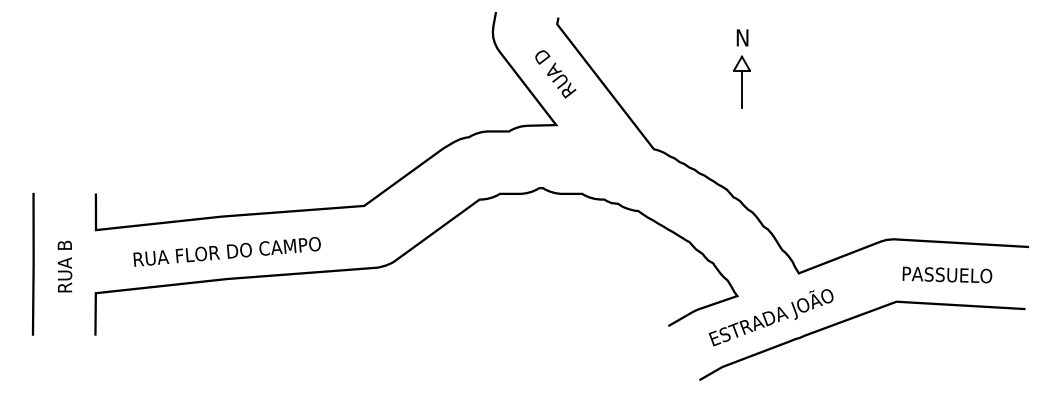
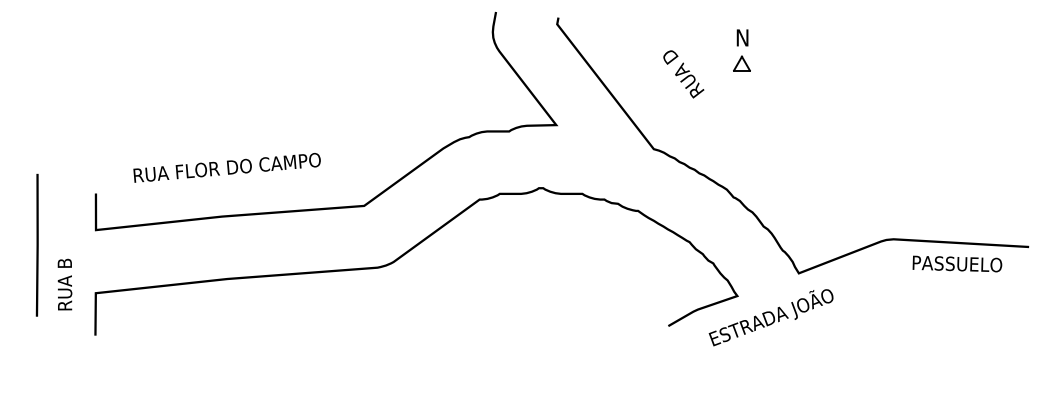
text at (555, 74) position: (555, 74) -> (683, 74)
line at (741, 88): present -> none
text at (226, 251) position: (226, 251) -> (226, 167)
line at (32, 263) position: (32, 263) -> (36, 244)
text at (64, 266) position: (64, 266) -> (64, 284)
text at (947, 274) position: (947, 274) -> (957, 263)
curve at (855, 318): present -> none
